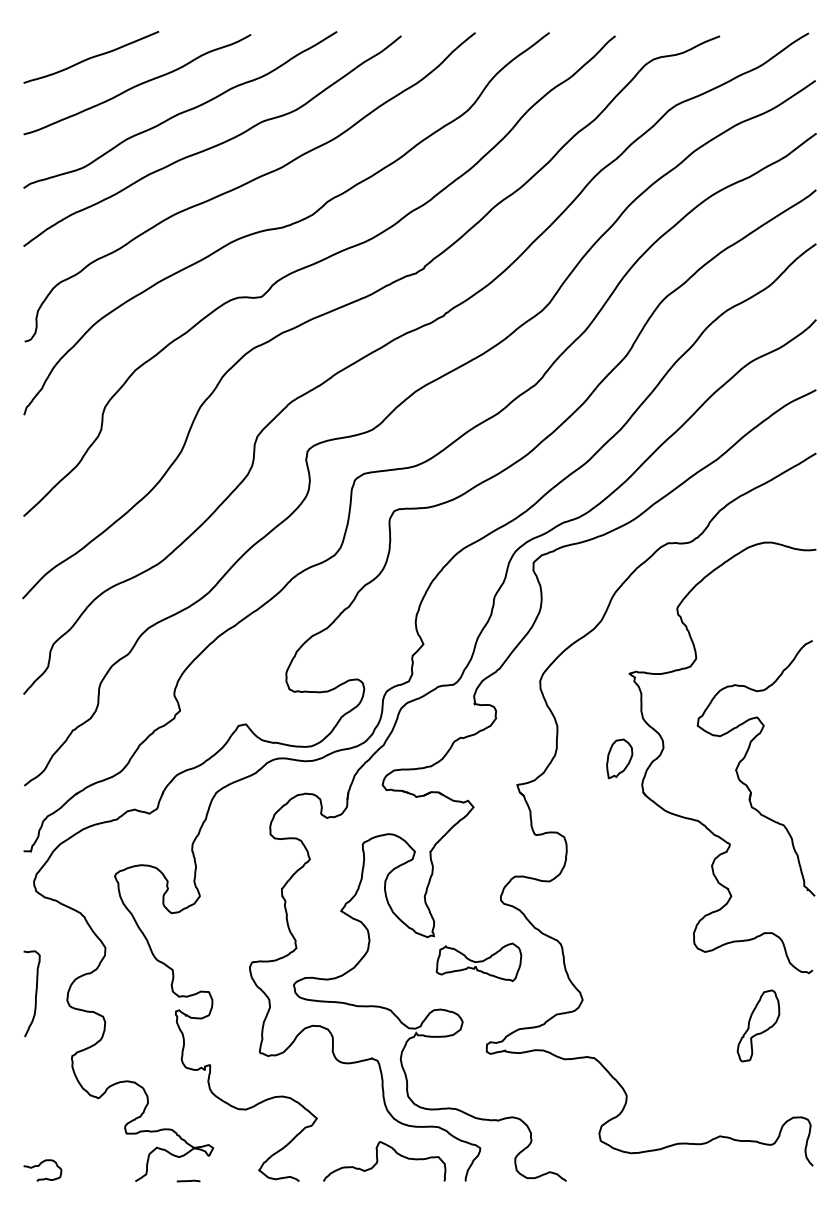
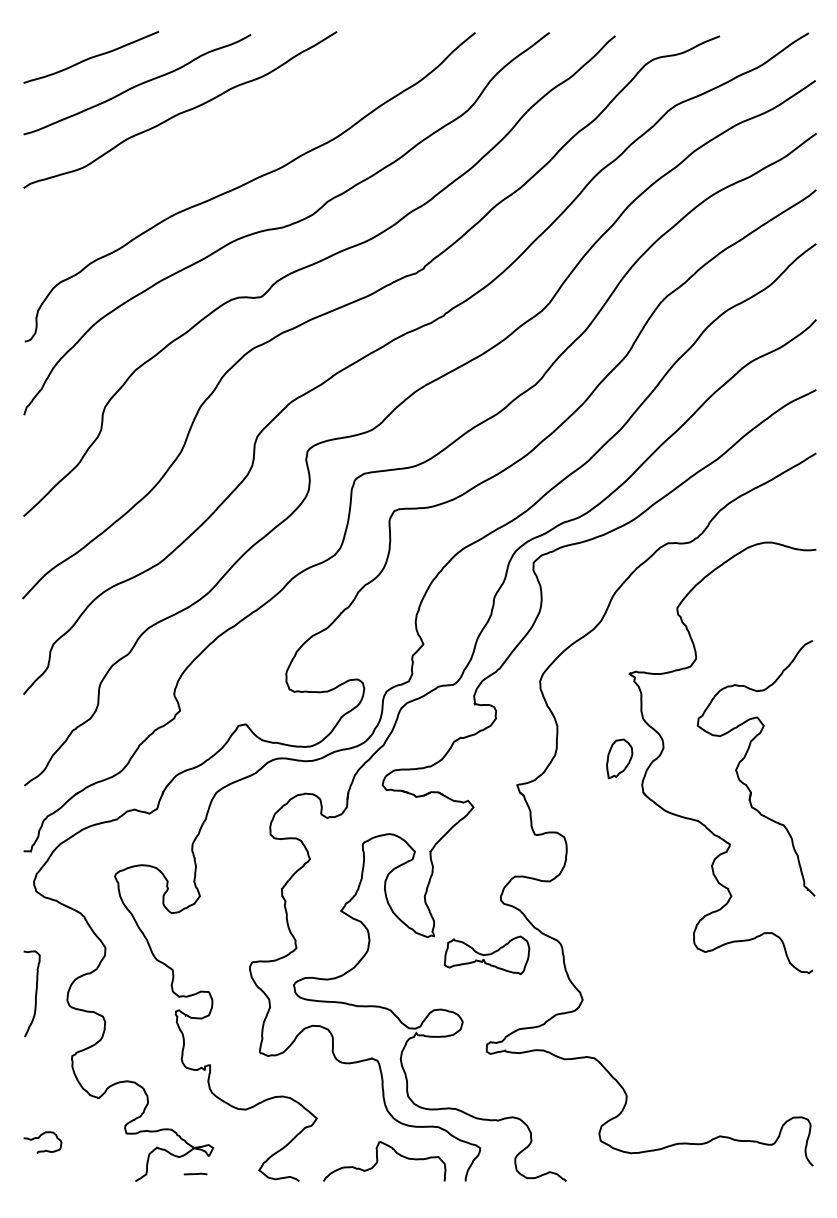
curve at (214, 145): present -> none
part at (478, 962) position: (478, 962) -> (486, 955)
part at (758, 1025): present -> none
curve at (39, 1166) position: (39, 1166) -> (39, 1138)
line at (188, 1180) position: (188, 1180) -> (195, 1173)
